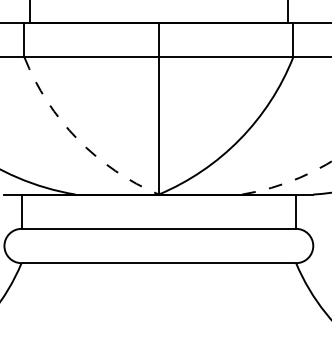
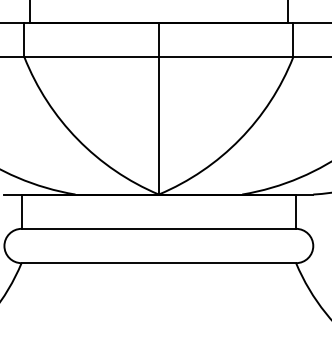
arc at (77, 139): dashed -> solid
arc at (287, 182): dashed -> solid
